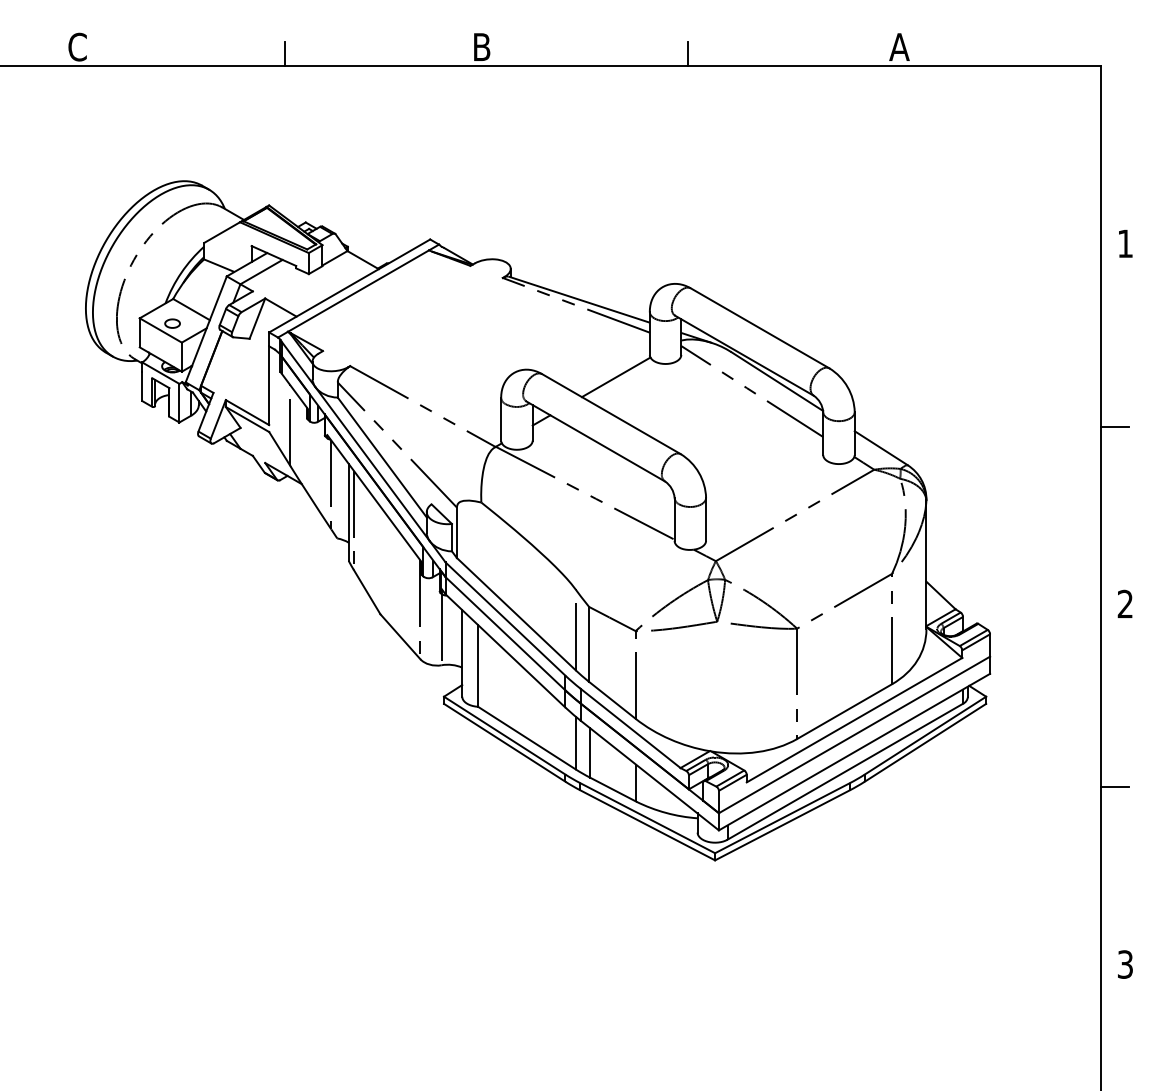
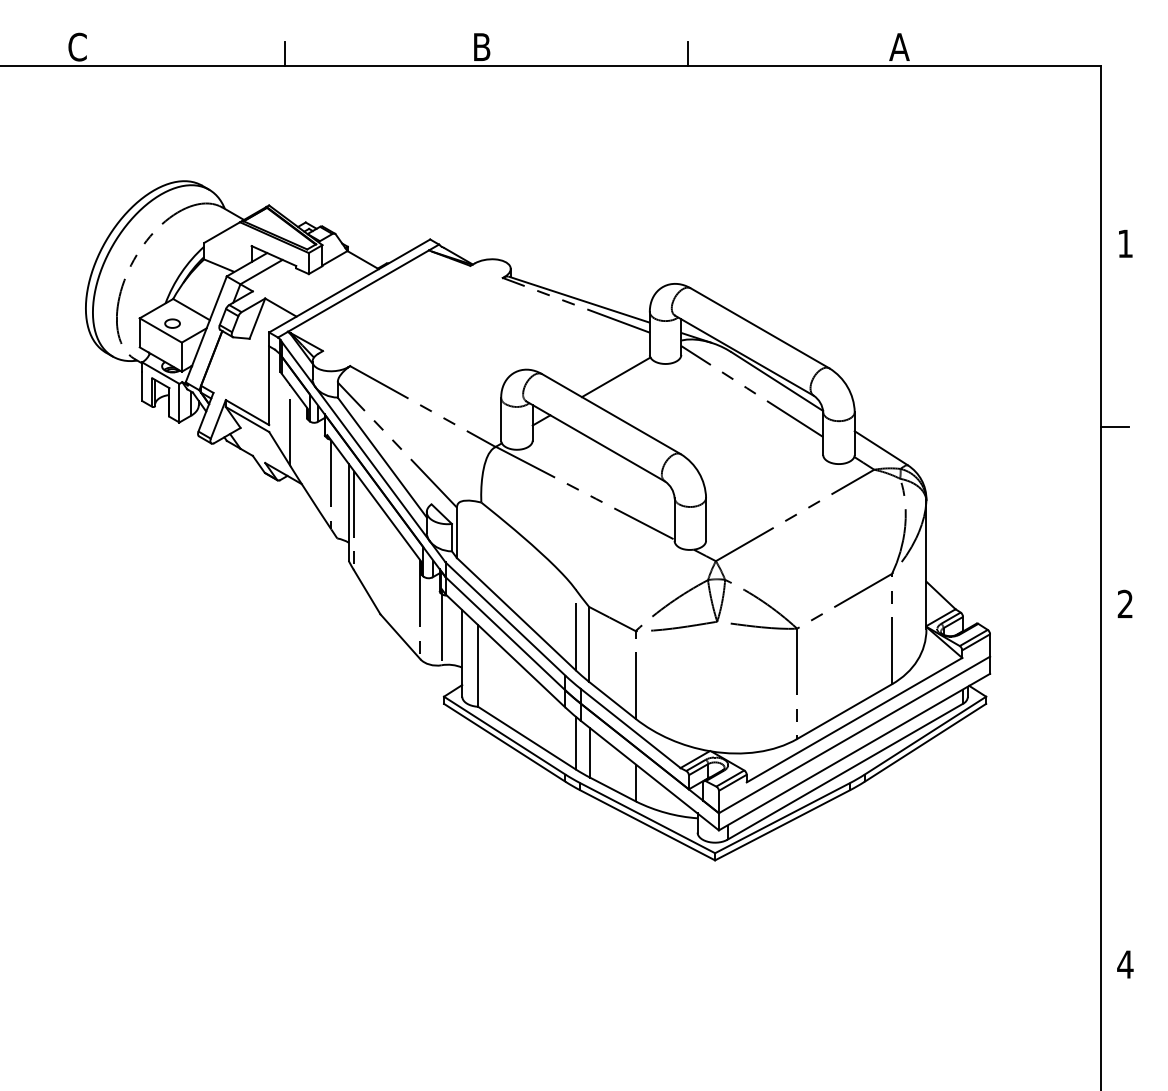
line at (1114, 787): present -> none
text at (1125, 964): 3 -> 4
